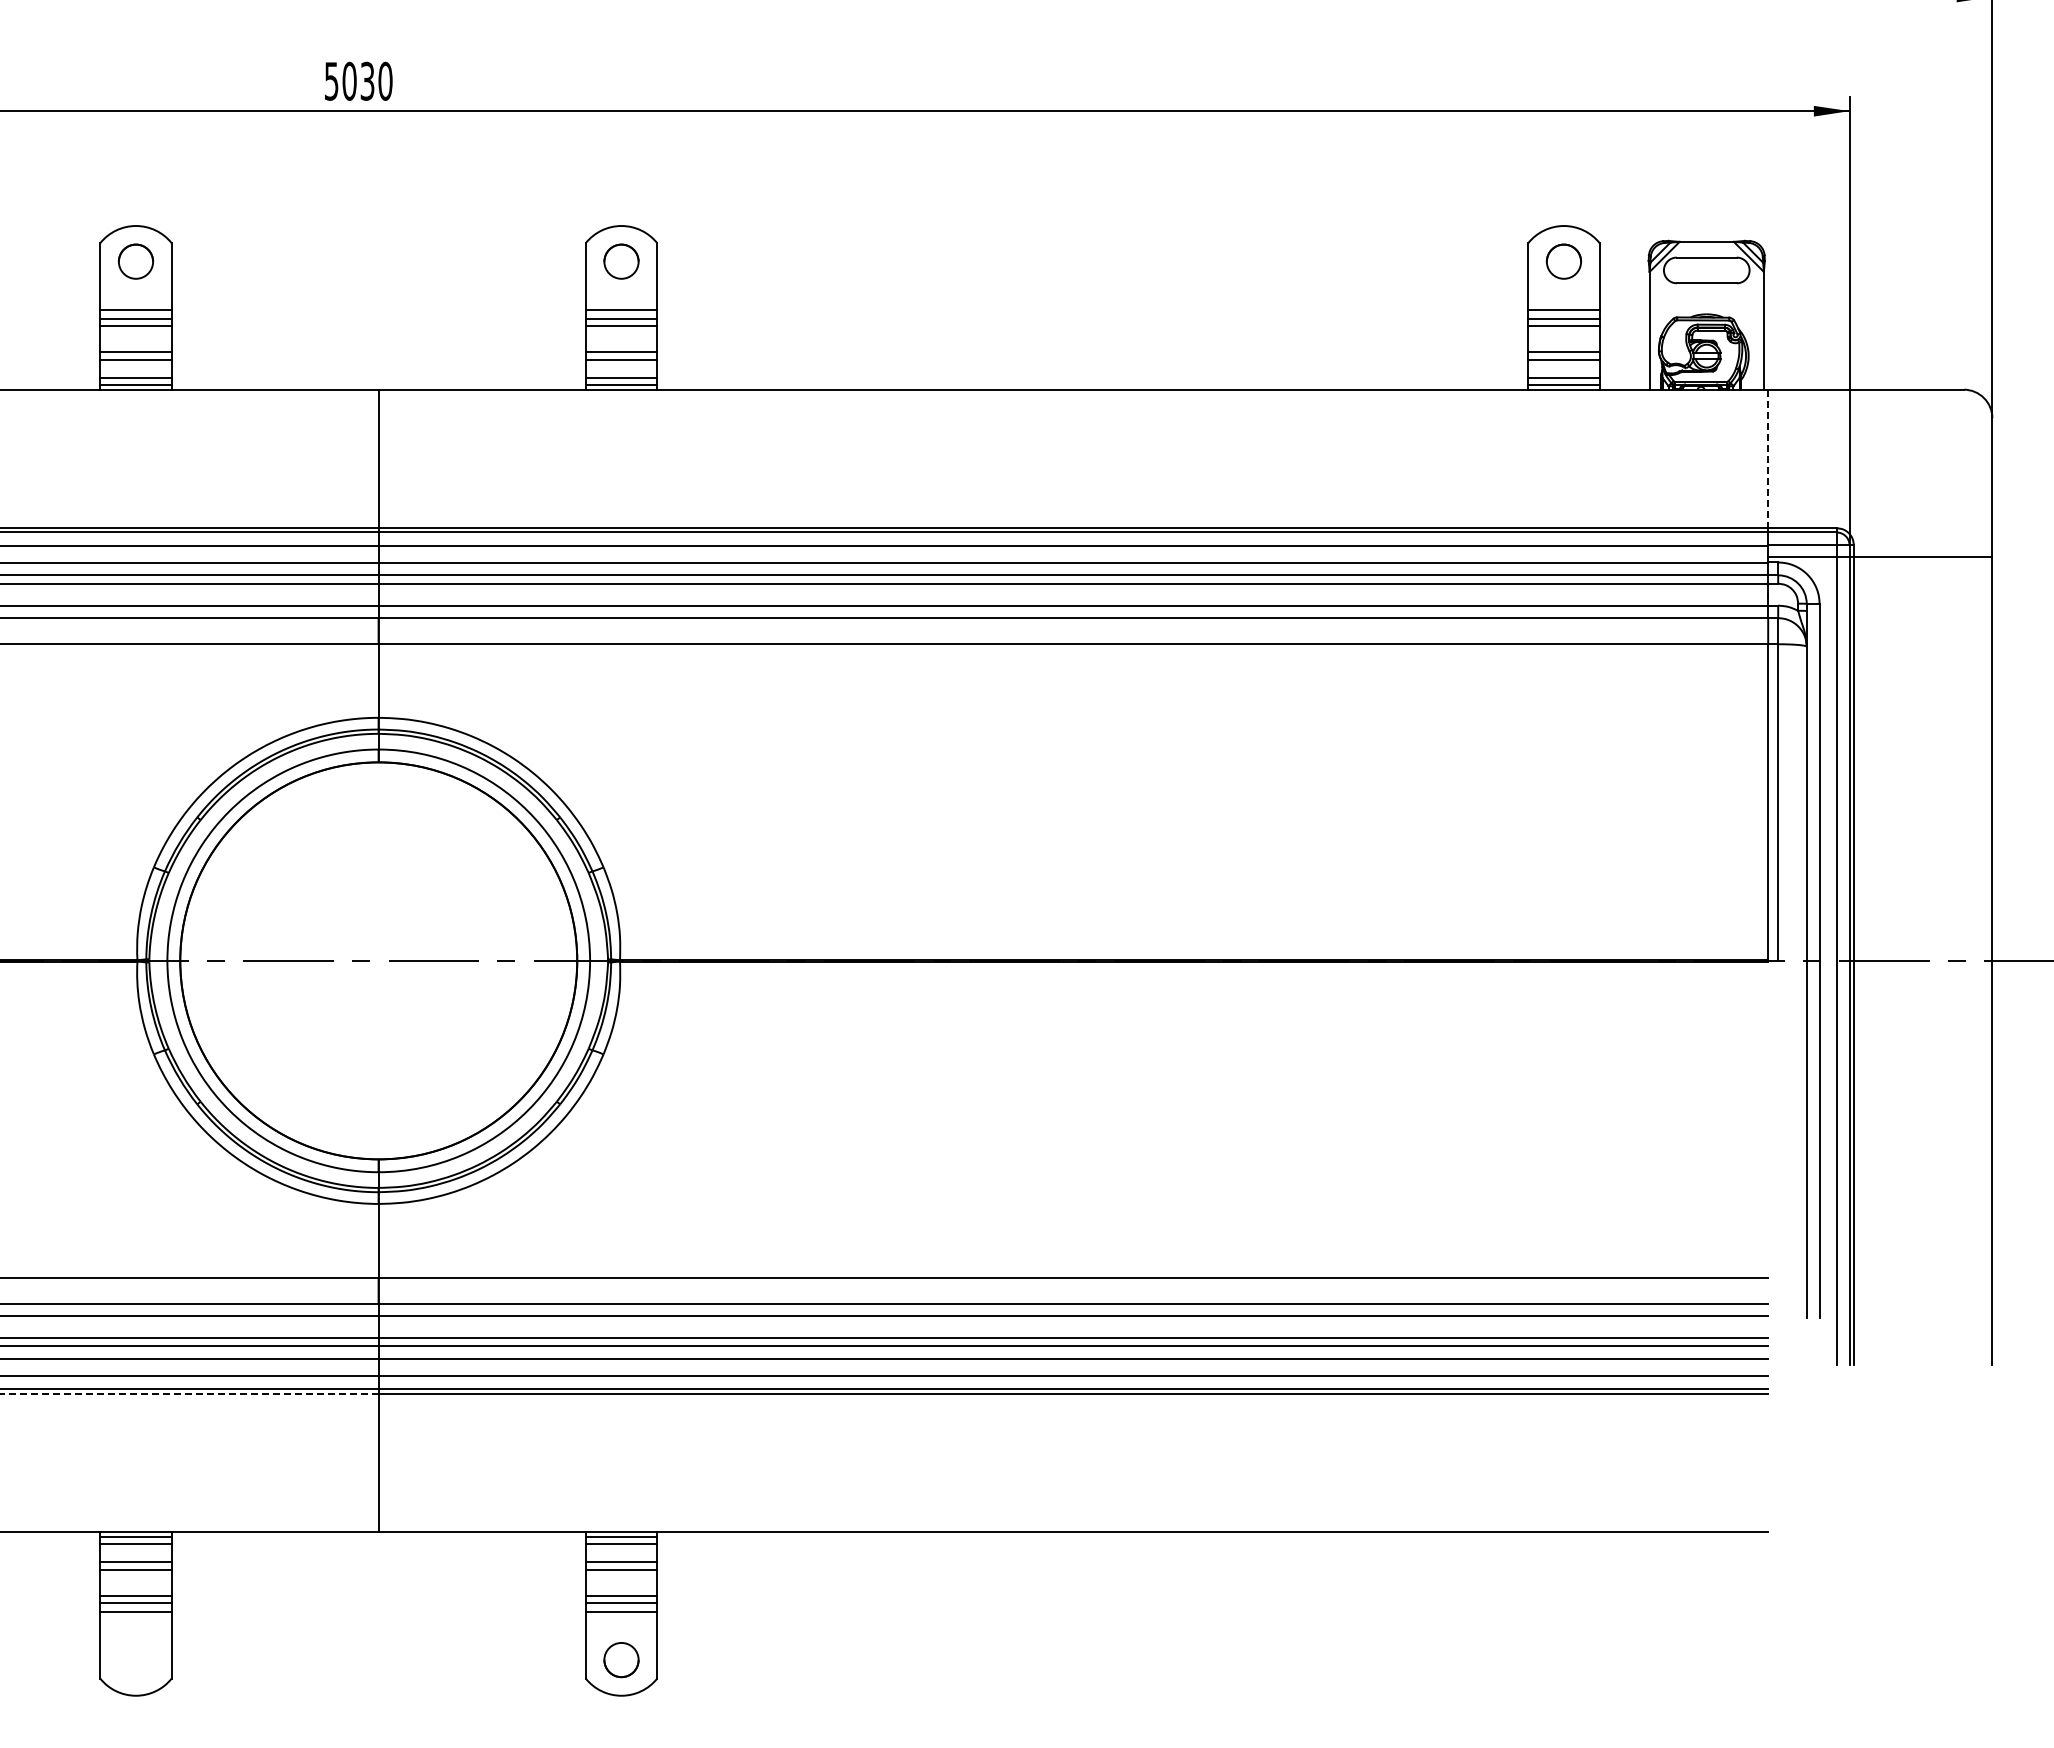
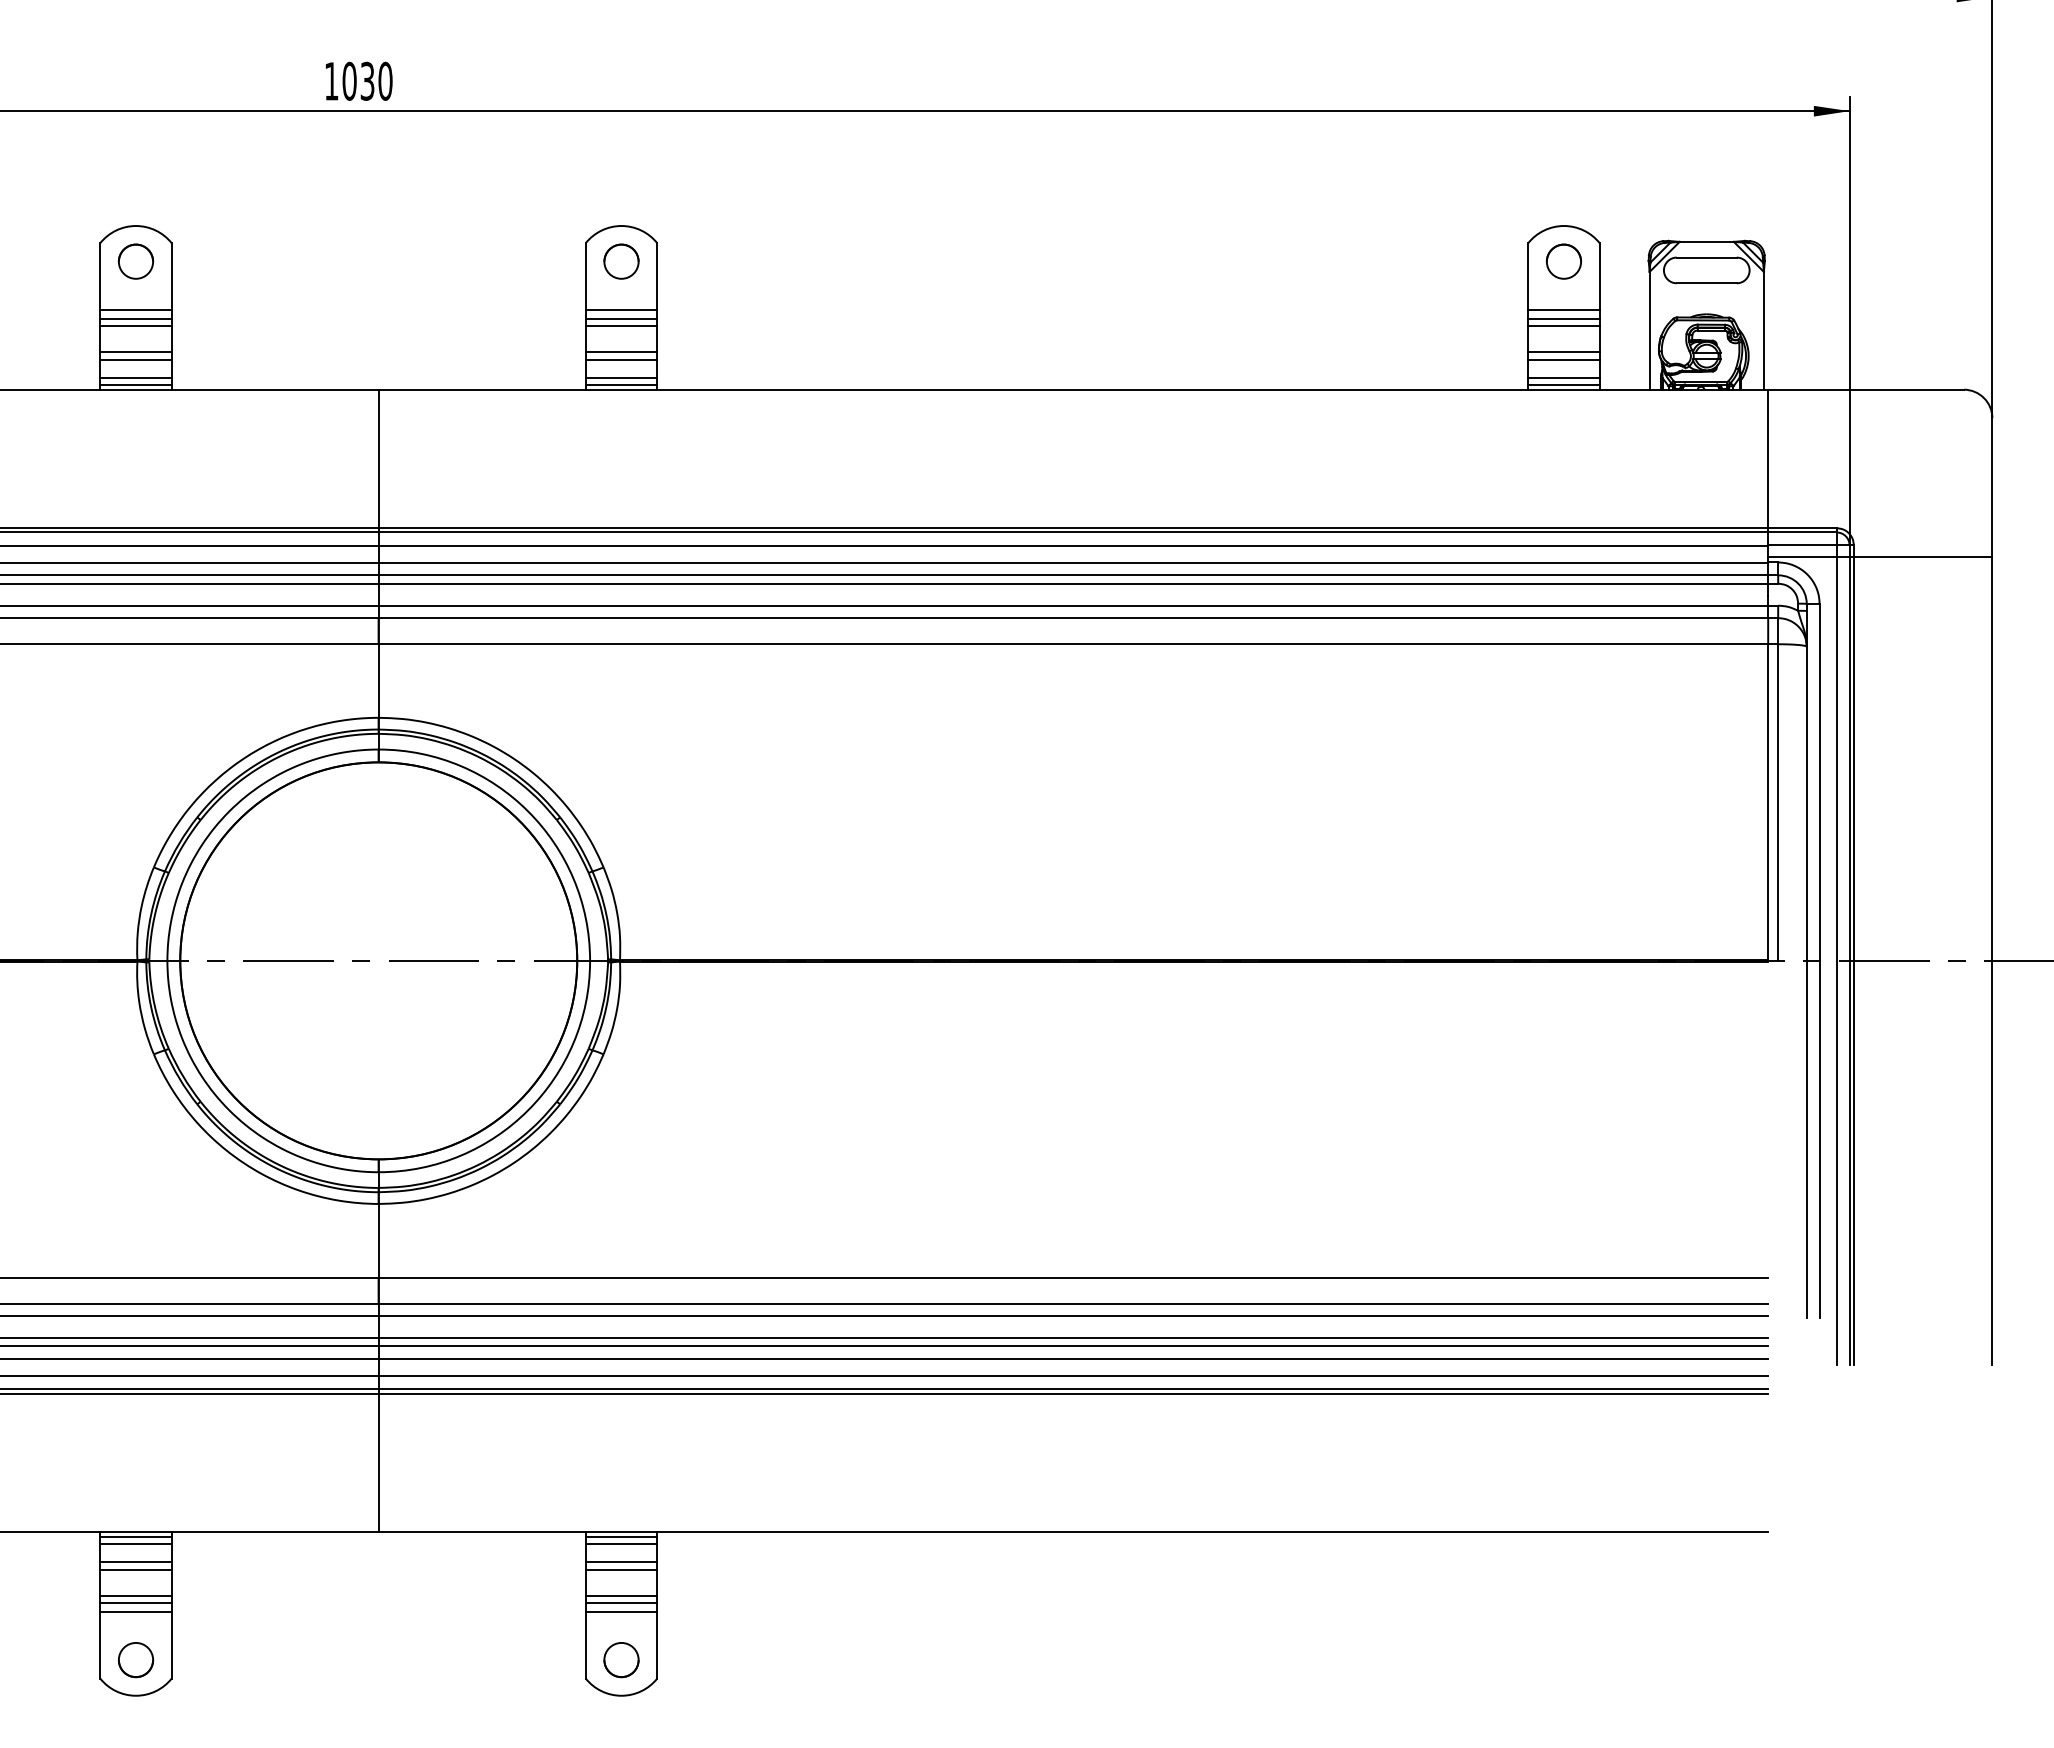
text at (331, 81): 5030 -> 1030
line at (1768, 459): dashed -> solid
line at (189, 1393): dashed -> solid
part at (135, 1660): none -> present
